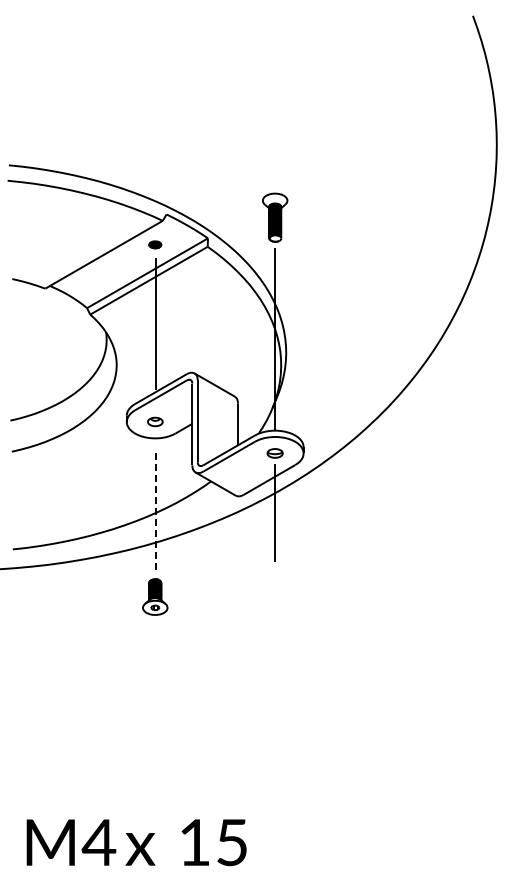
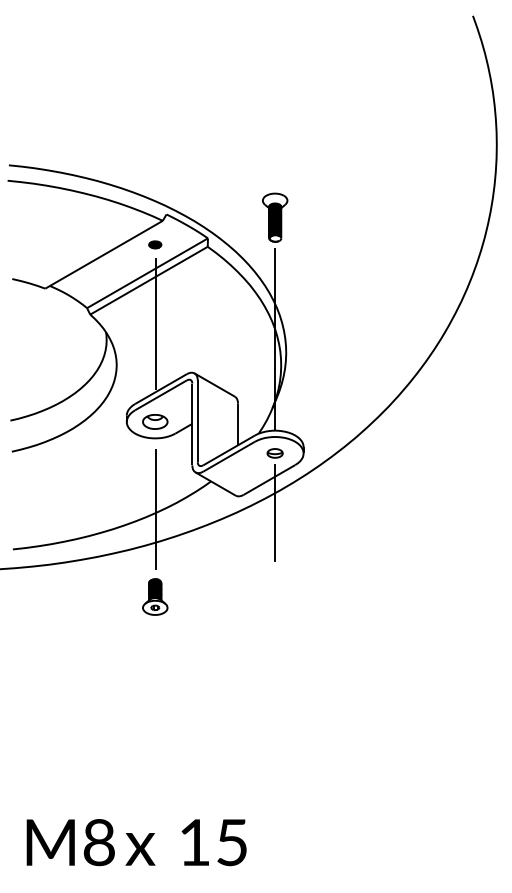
part at (155, 421) size: 17x12 px -> 27x16 px
line at (155, 509): dashed -> solid
text at (98, 842): M4 -> M8
